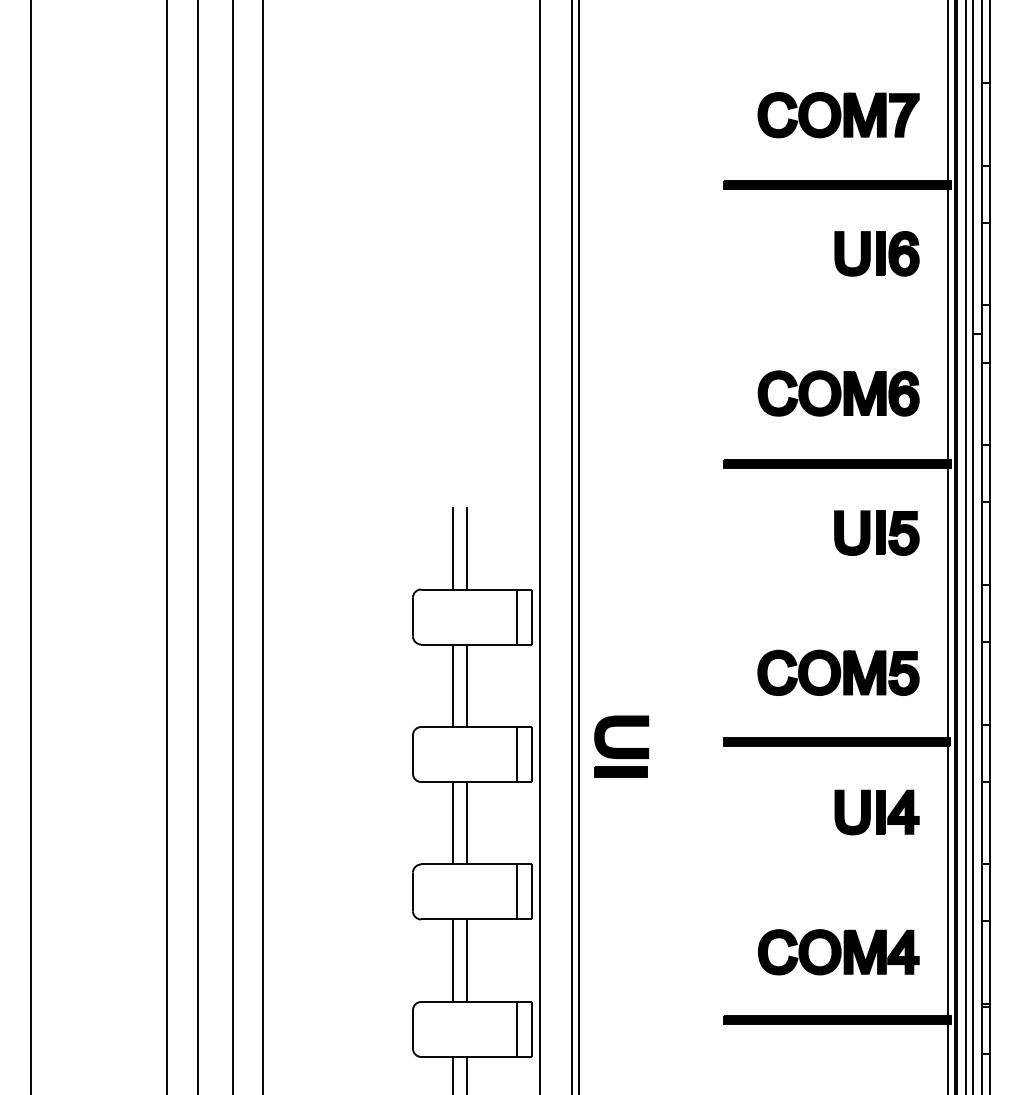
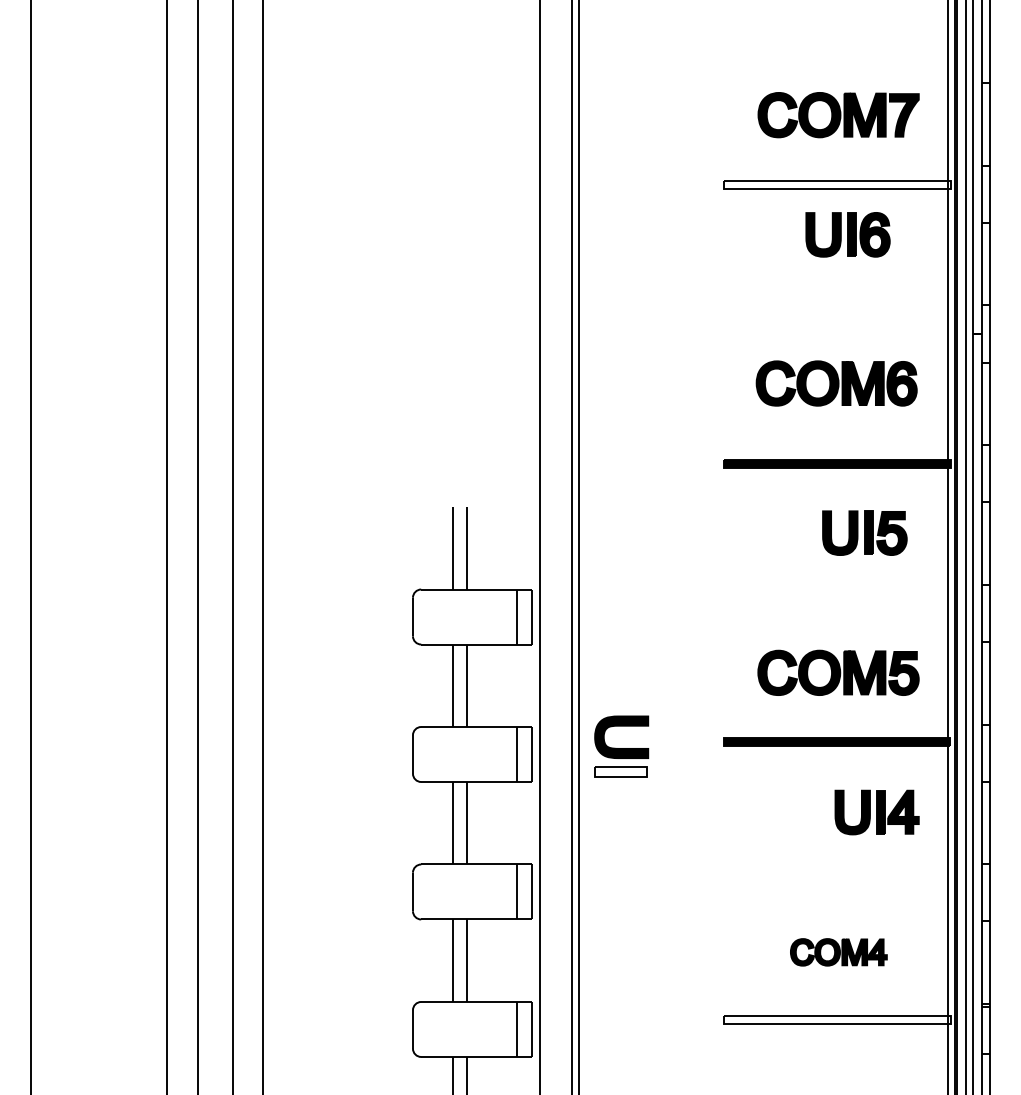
fill at (837, 184): present -> none
part at (876, 253) position: (876, 253) -> (847, 234)
part at (838, 393) position: (838, 393) -> (836, 383)
part at (876, 532) position: (876, 532) -> (864, 532)
fill at (621, 771): present -> none
part at (838, 952) size: 162x47 px -> 98x29 px
fill at (837, 1020): present -> none
